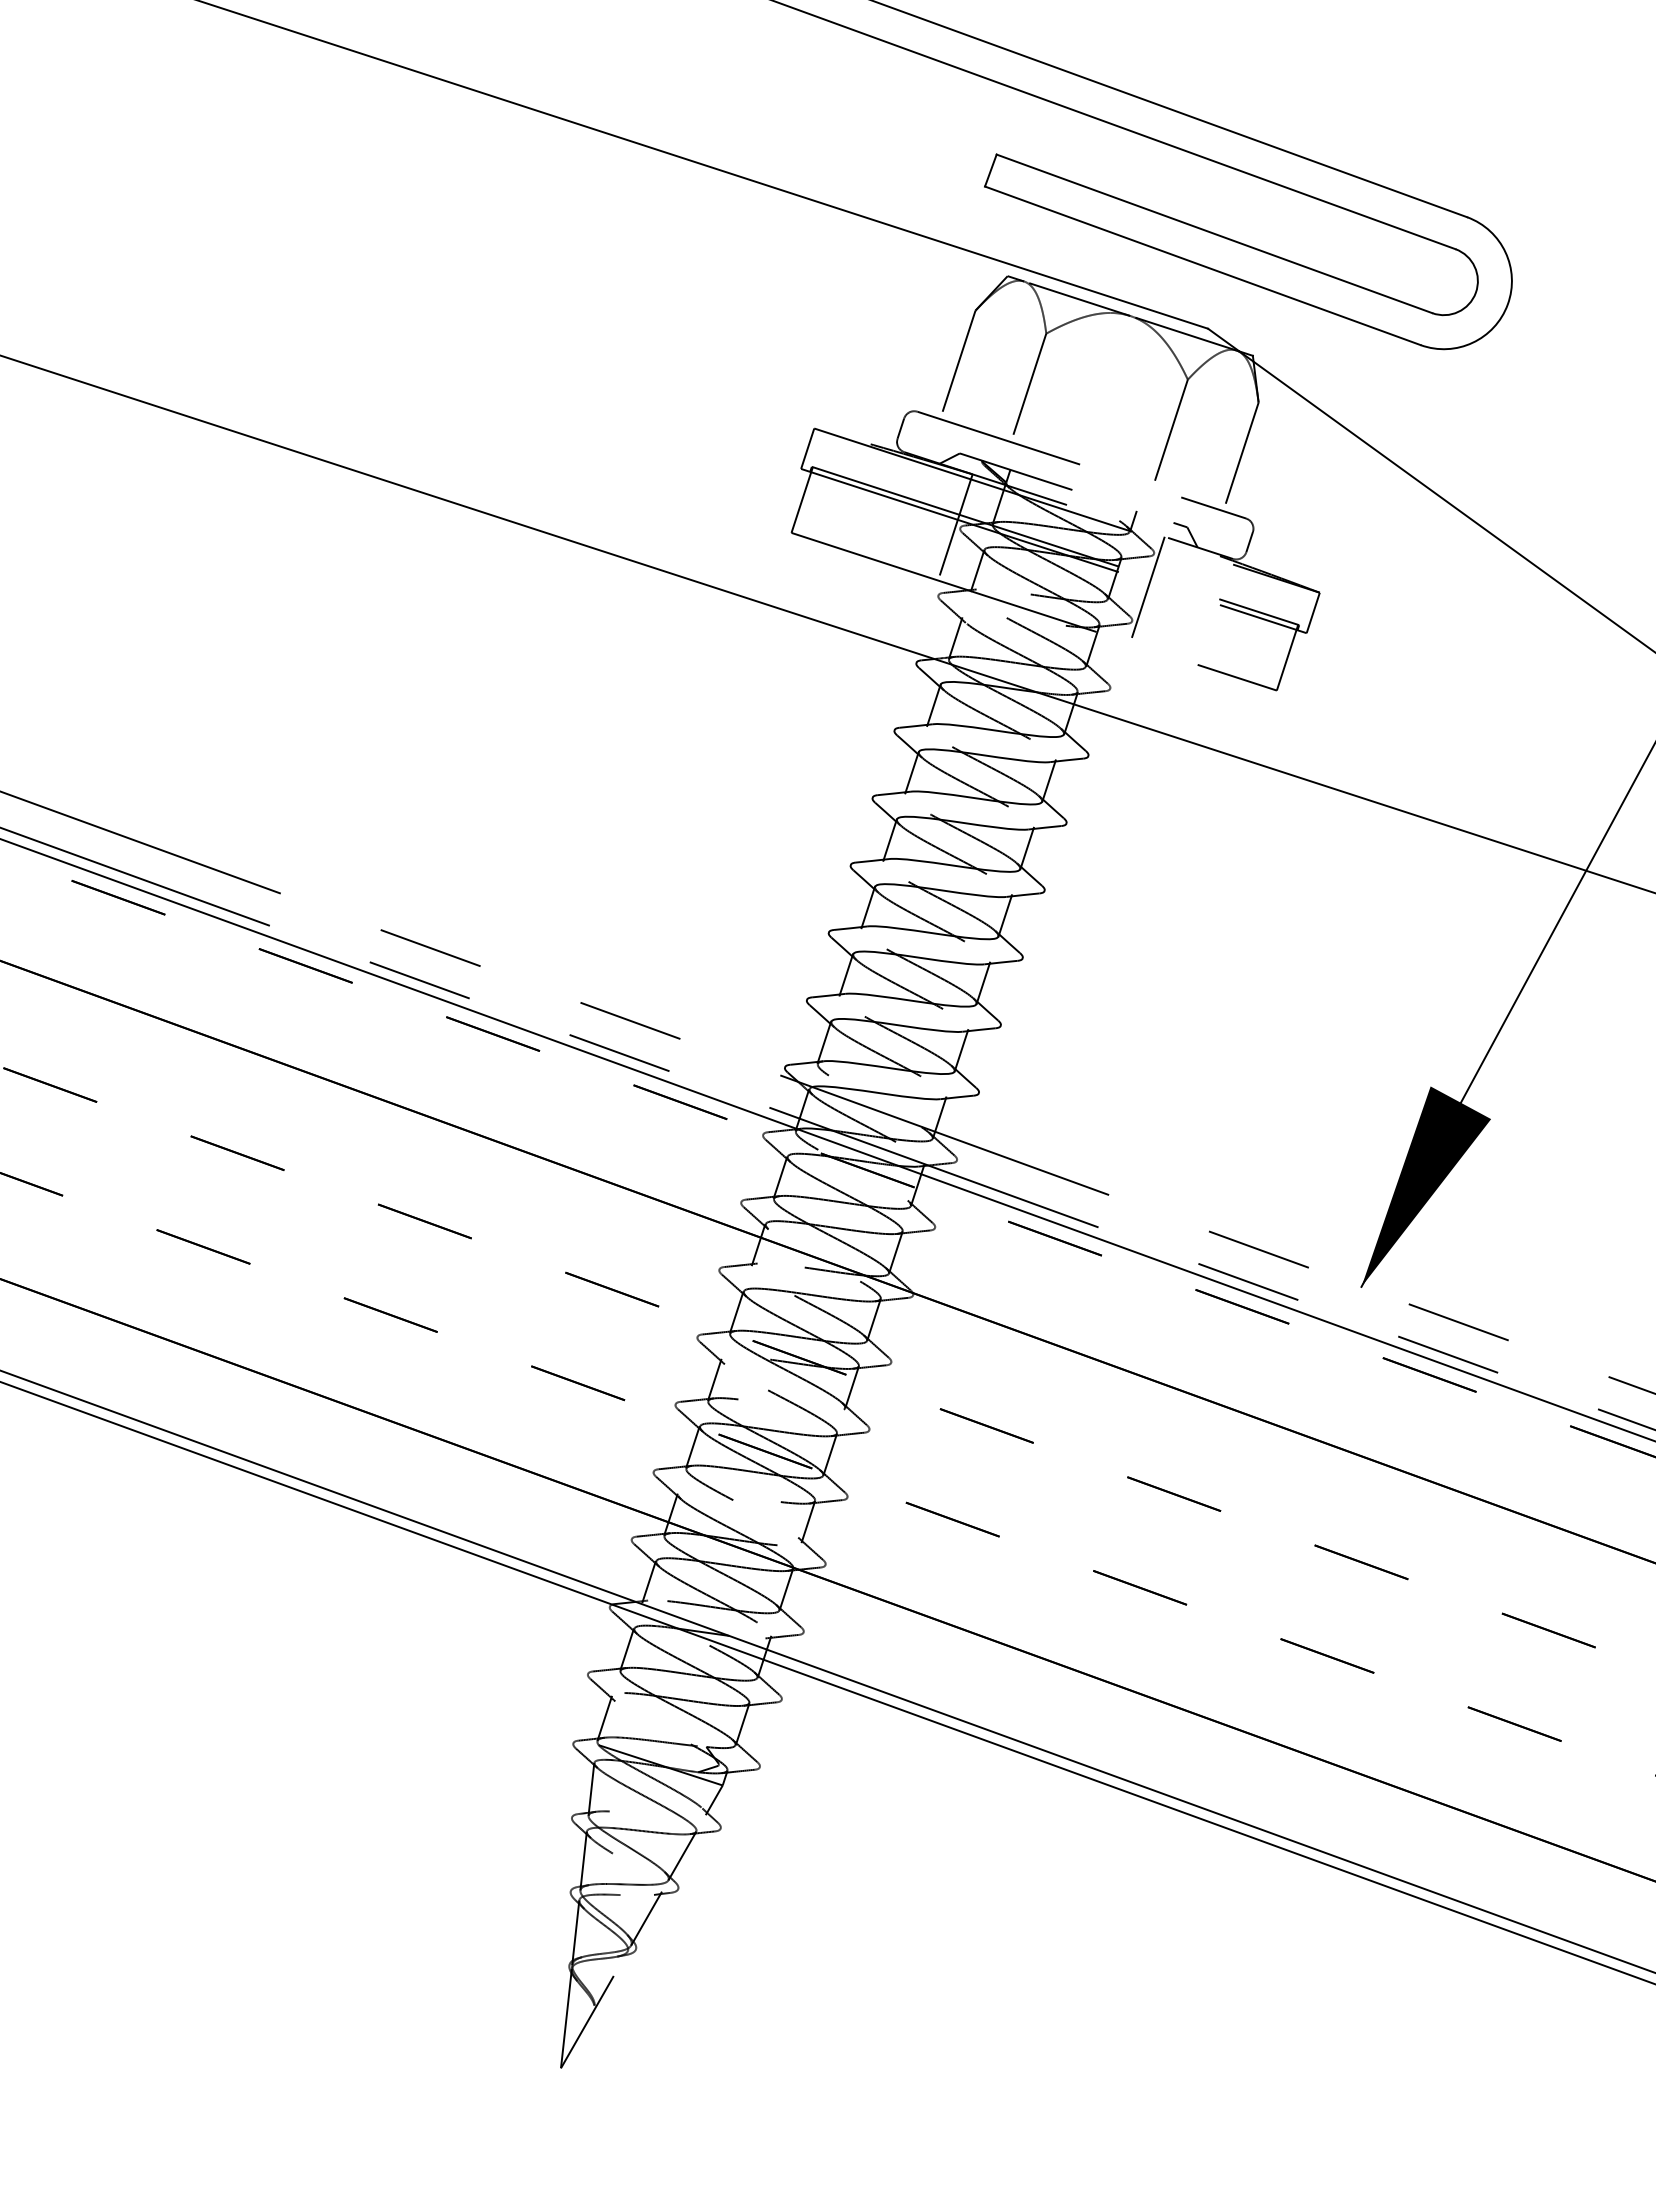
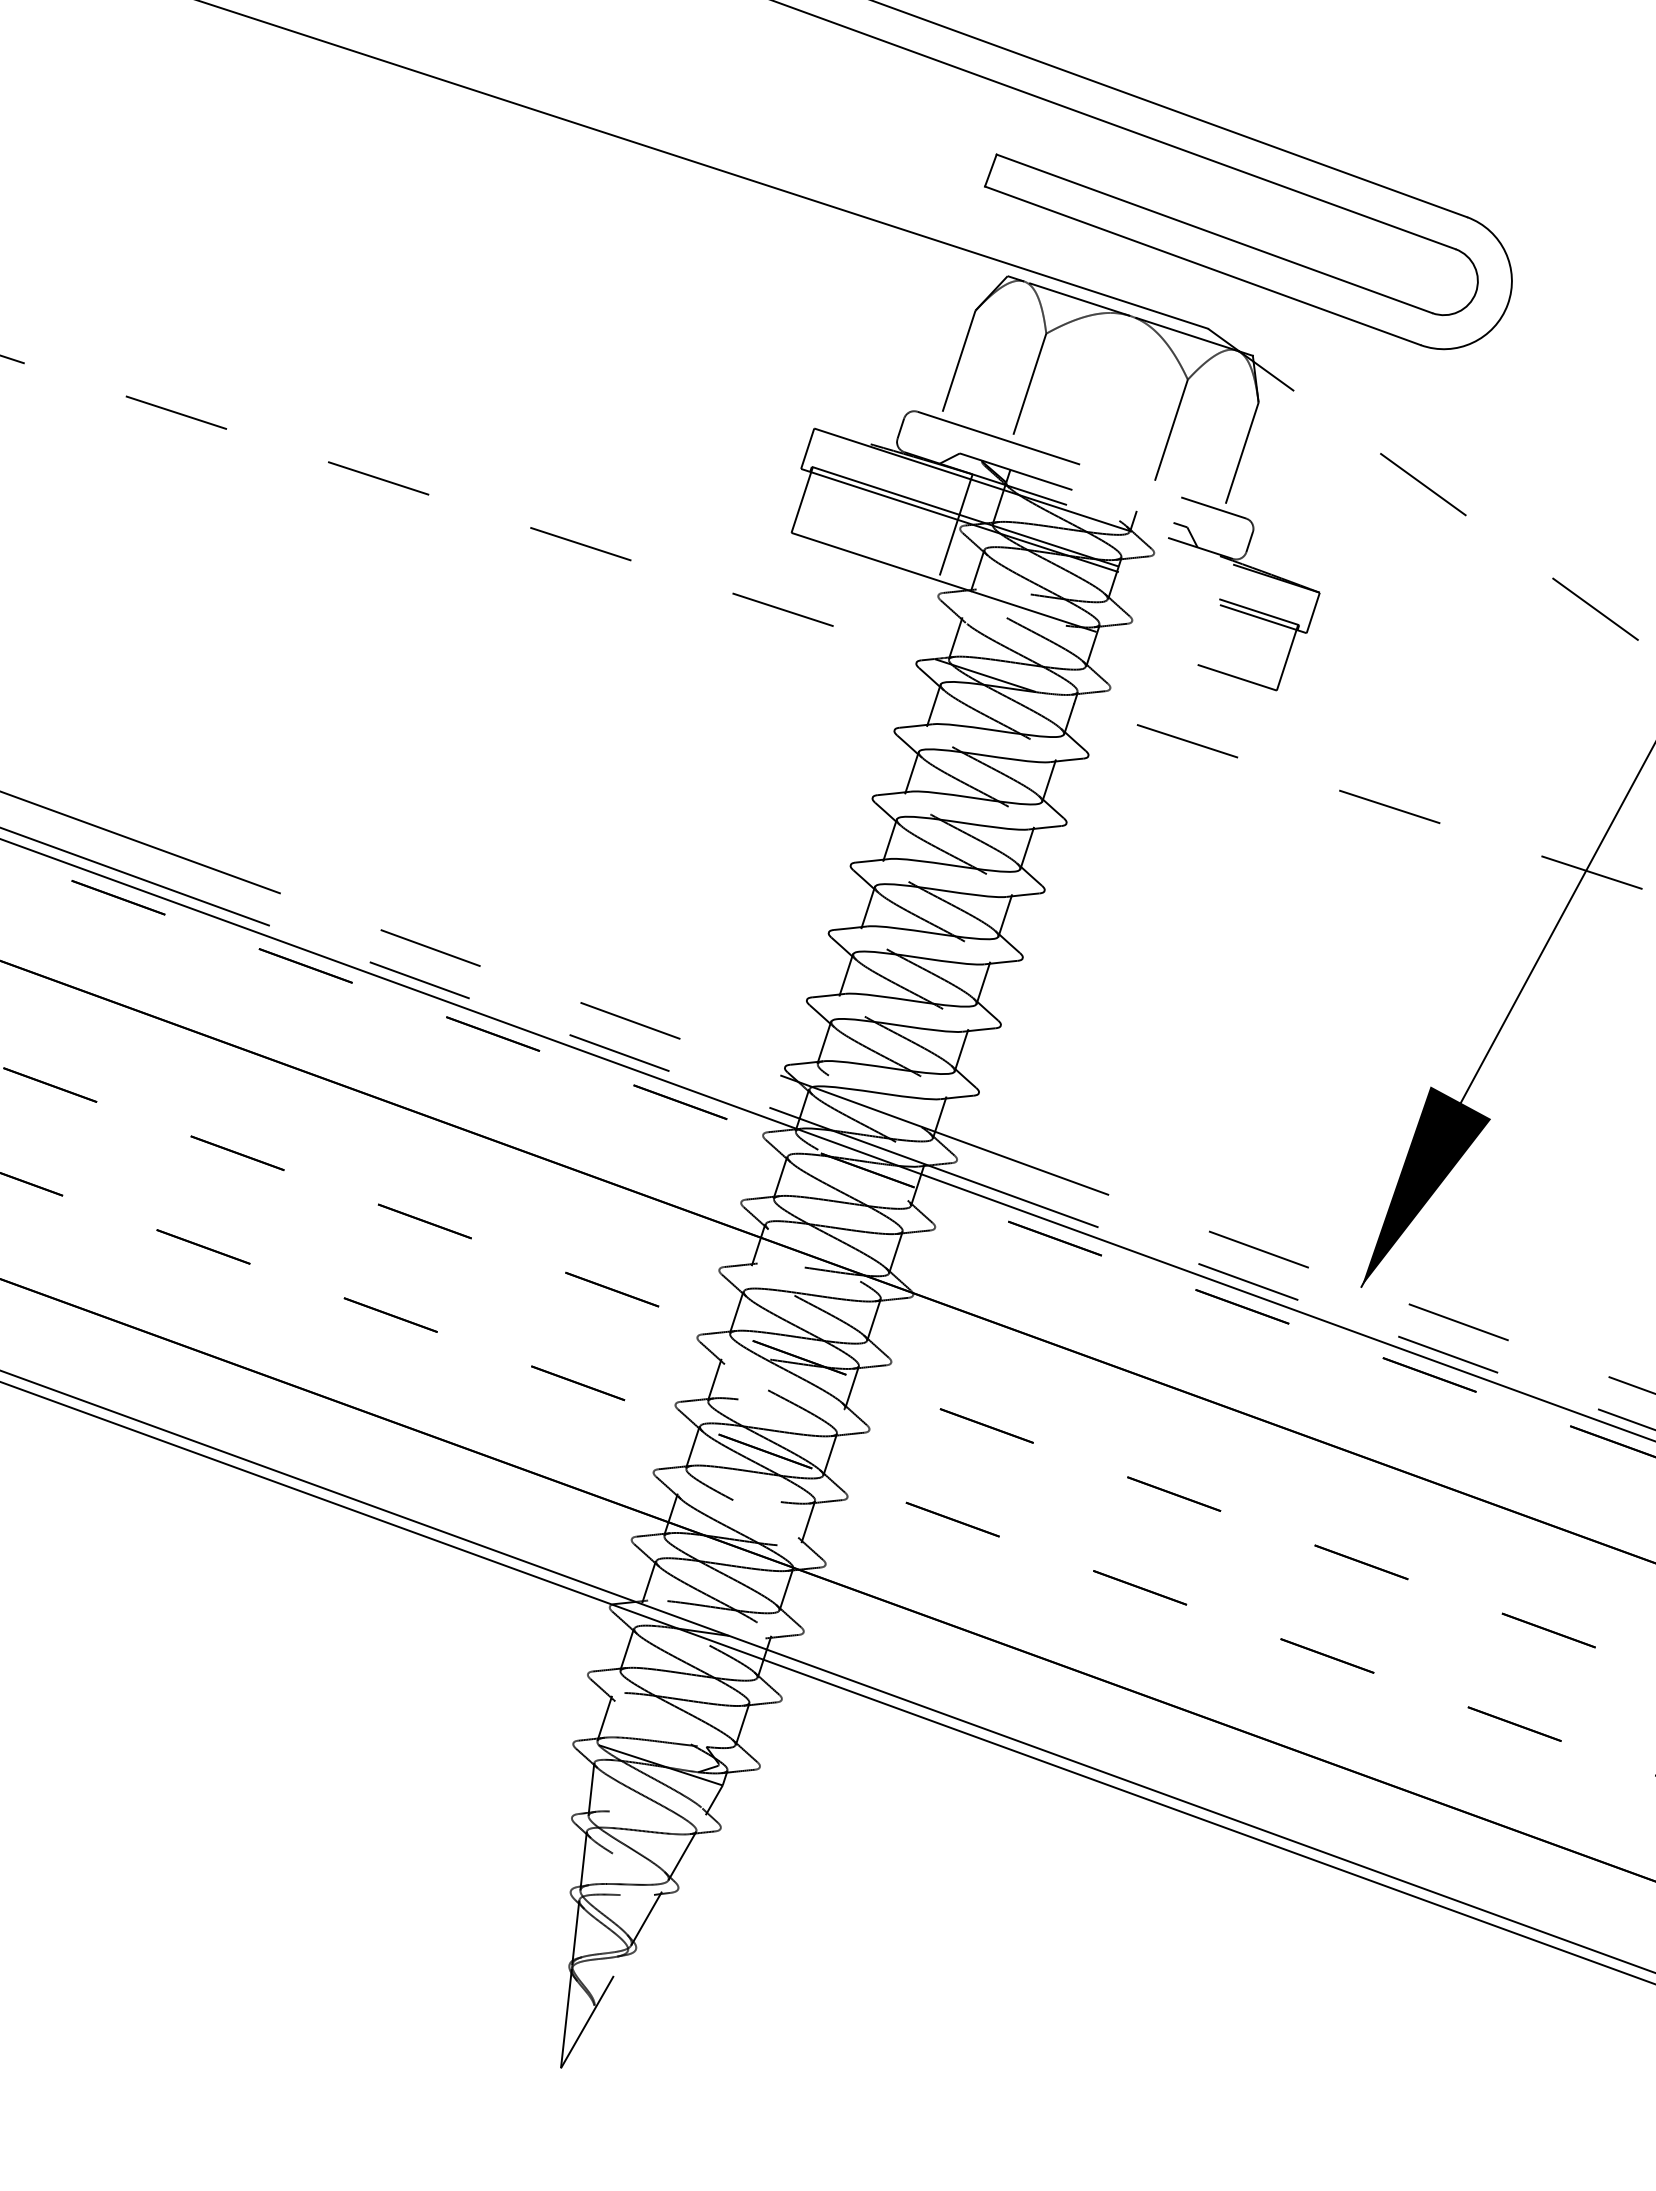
line at (1432, 491): solid -> dashed
line at (1147, 589): present -> none
line at (827, 624): solid -> dashed
